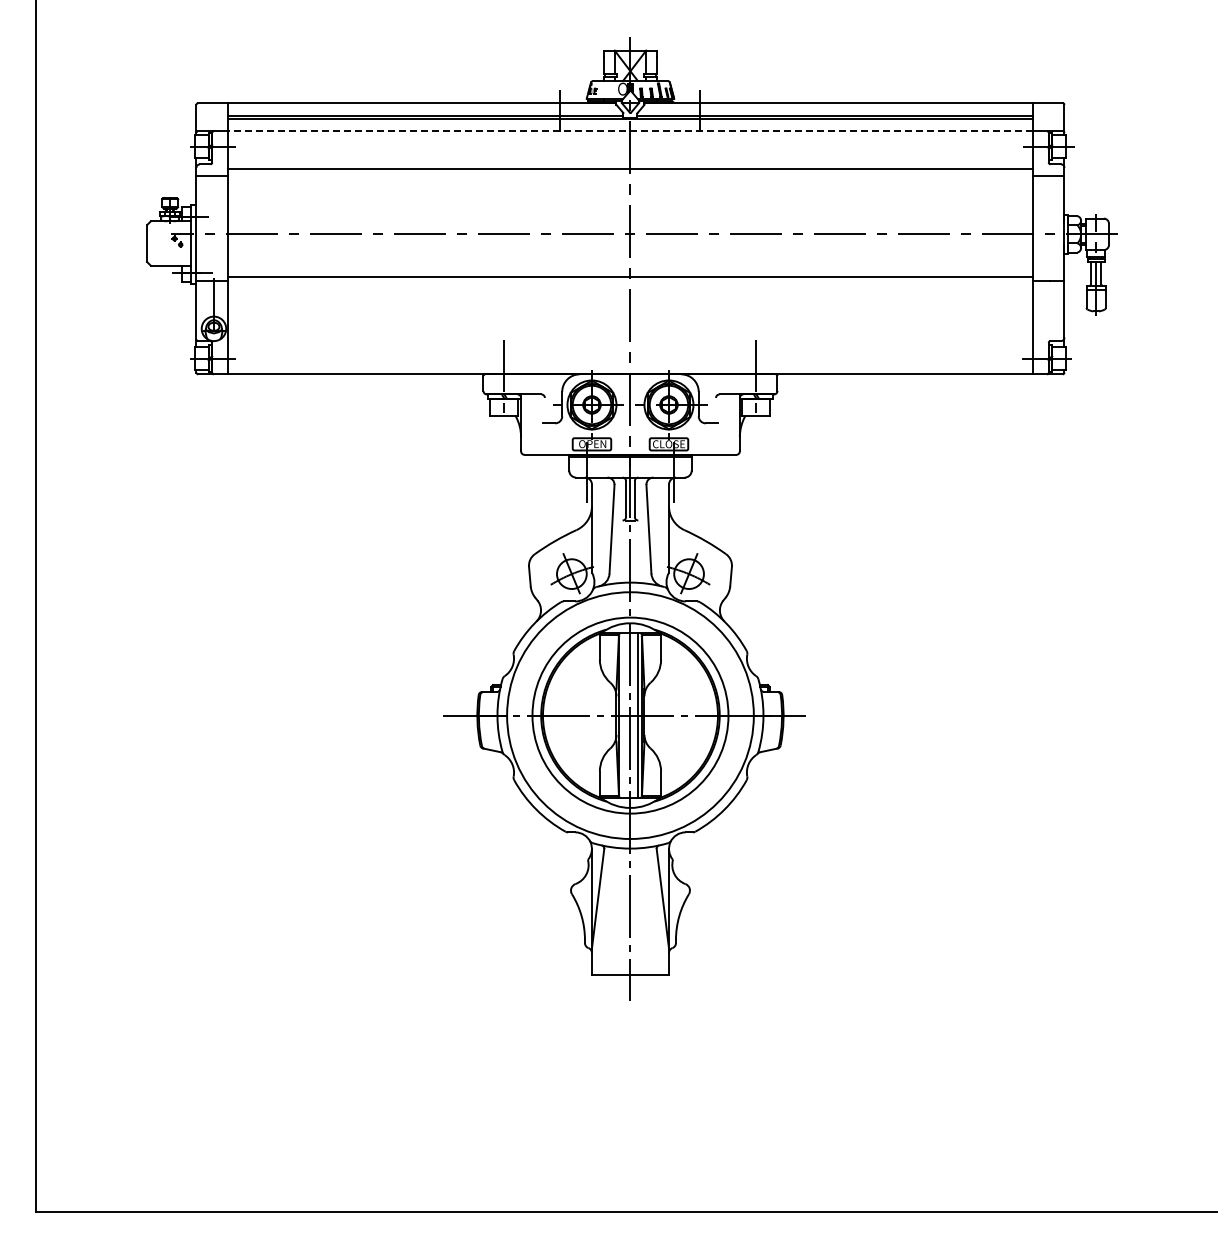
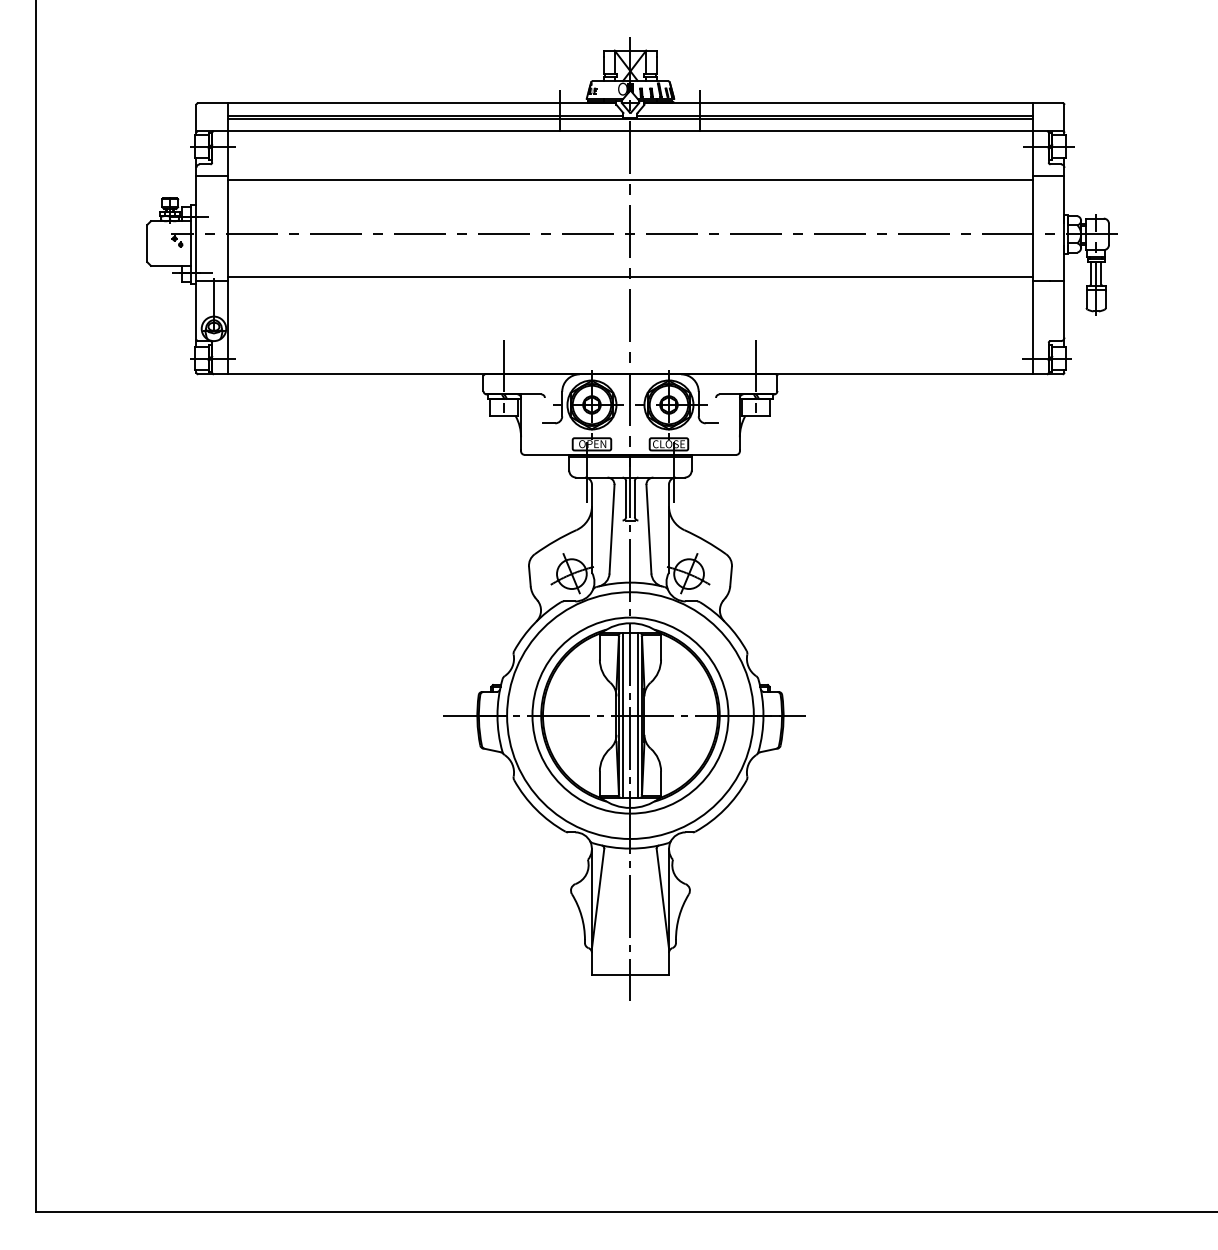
line at (630, 131): dashed -> solid
line at (629, 168) position: (629, 168) -> (629, 179)
line at (622, 715): none -> present
